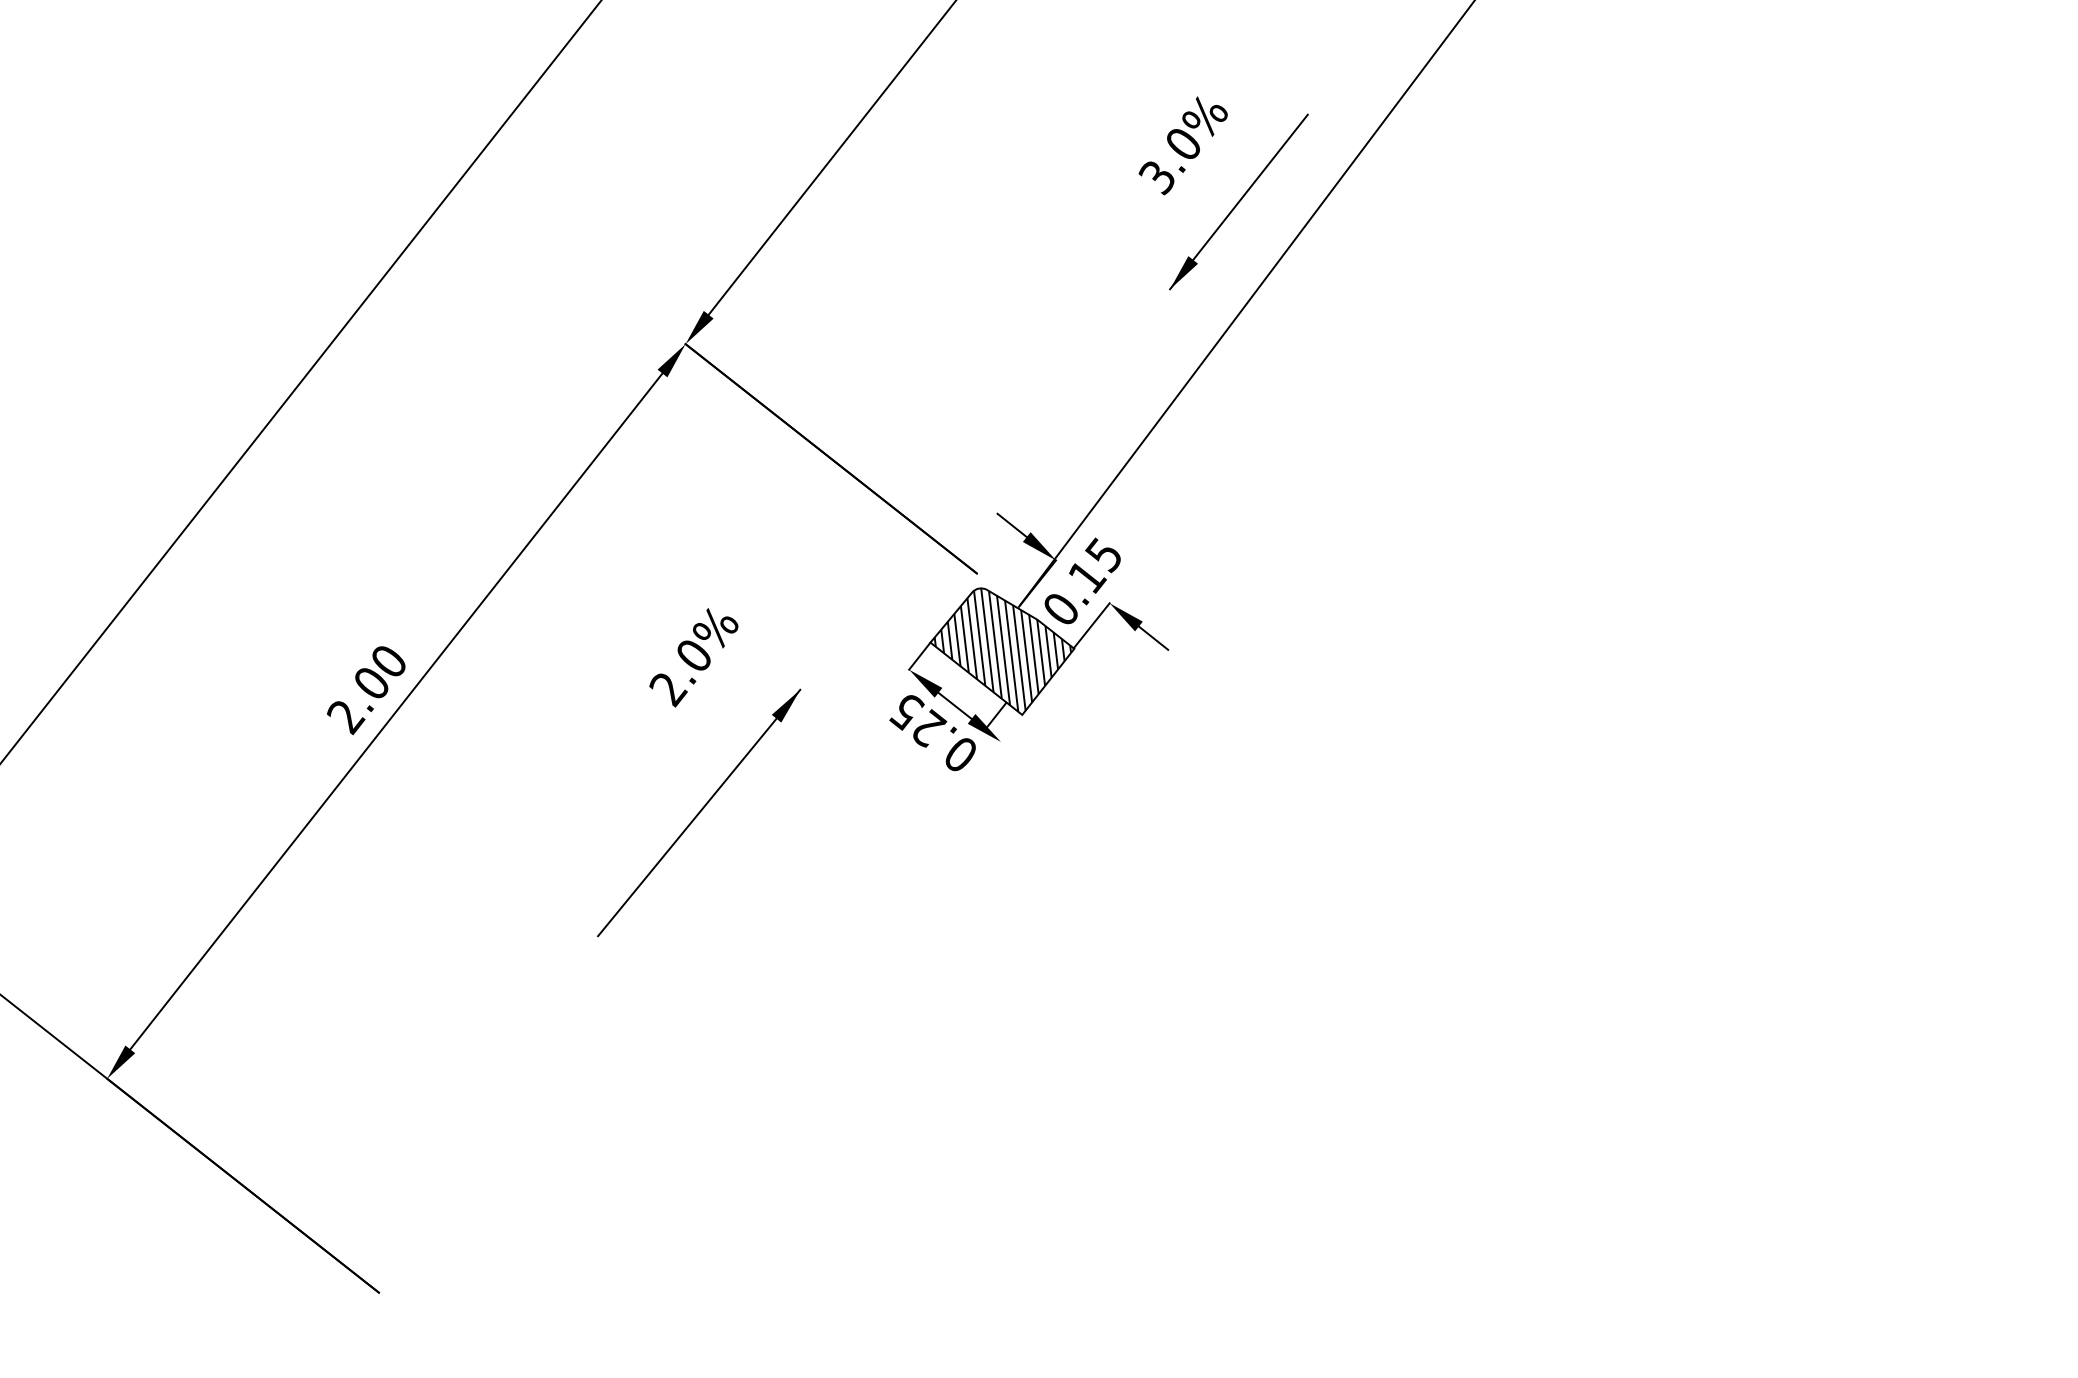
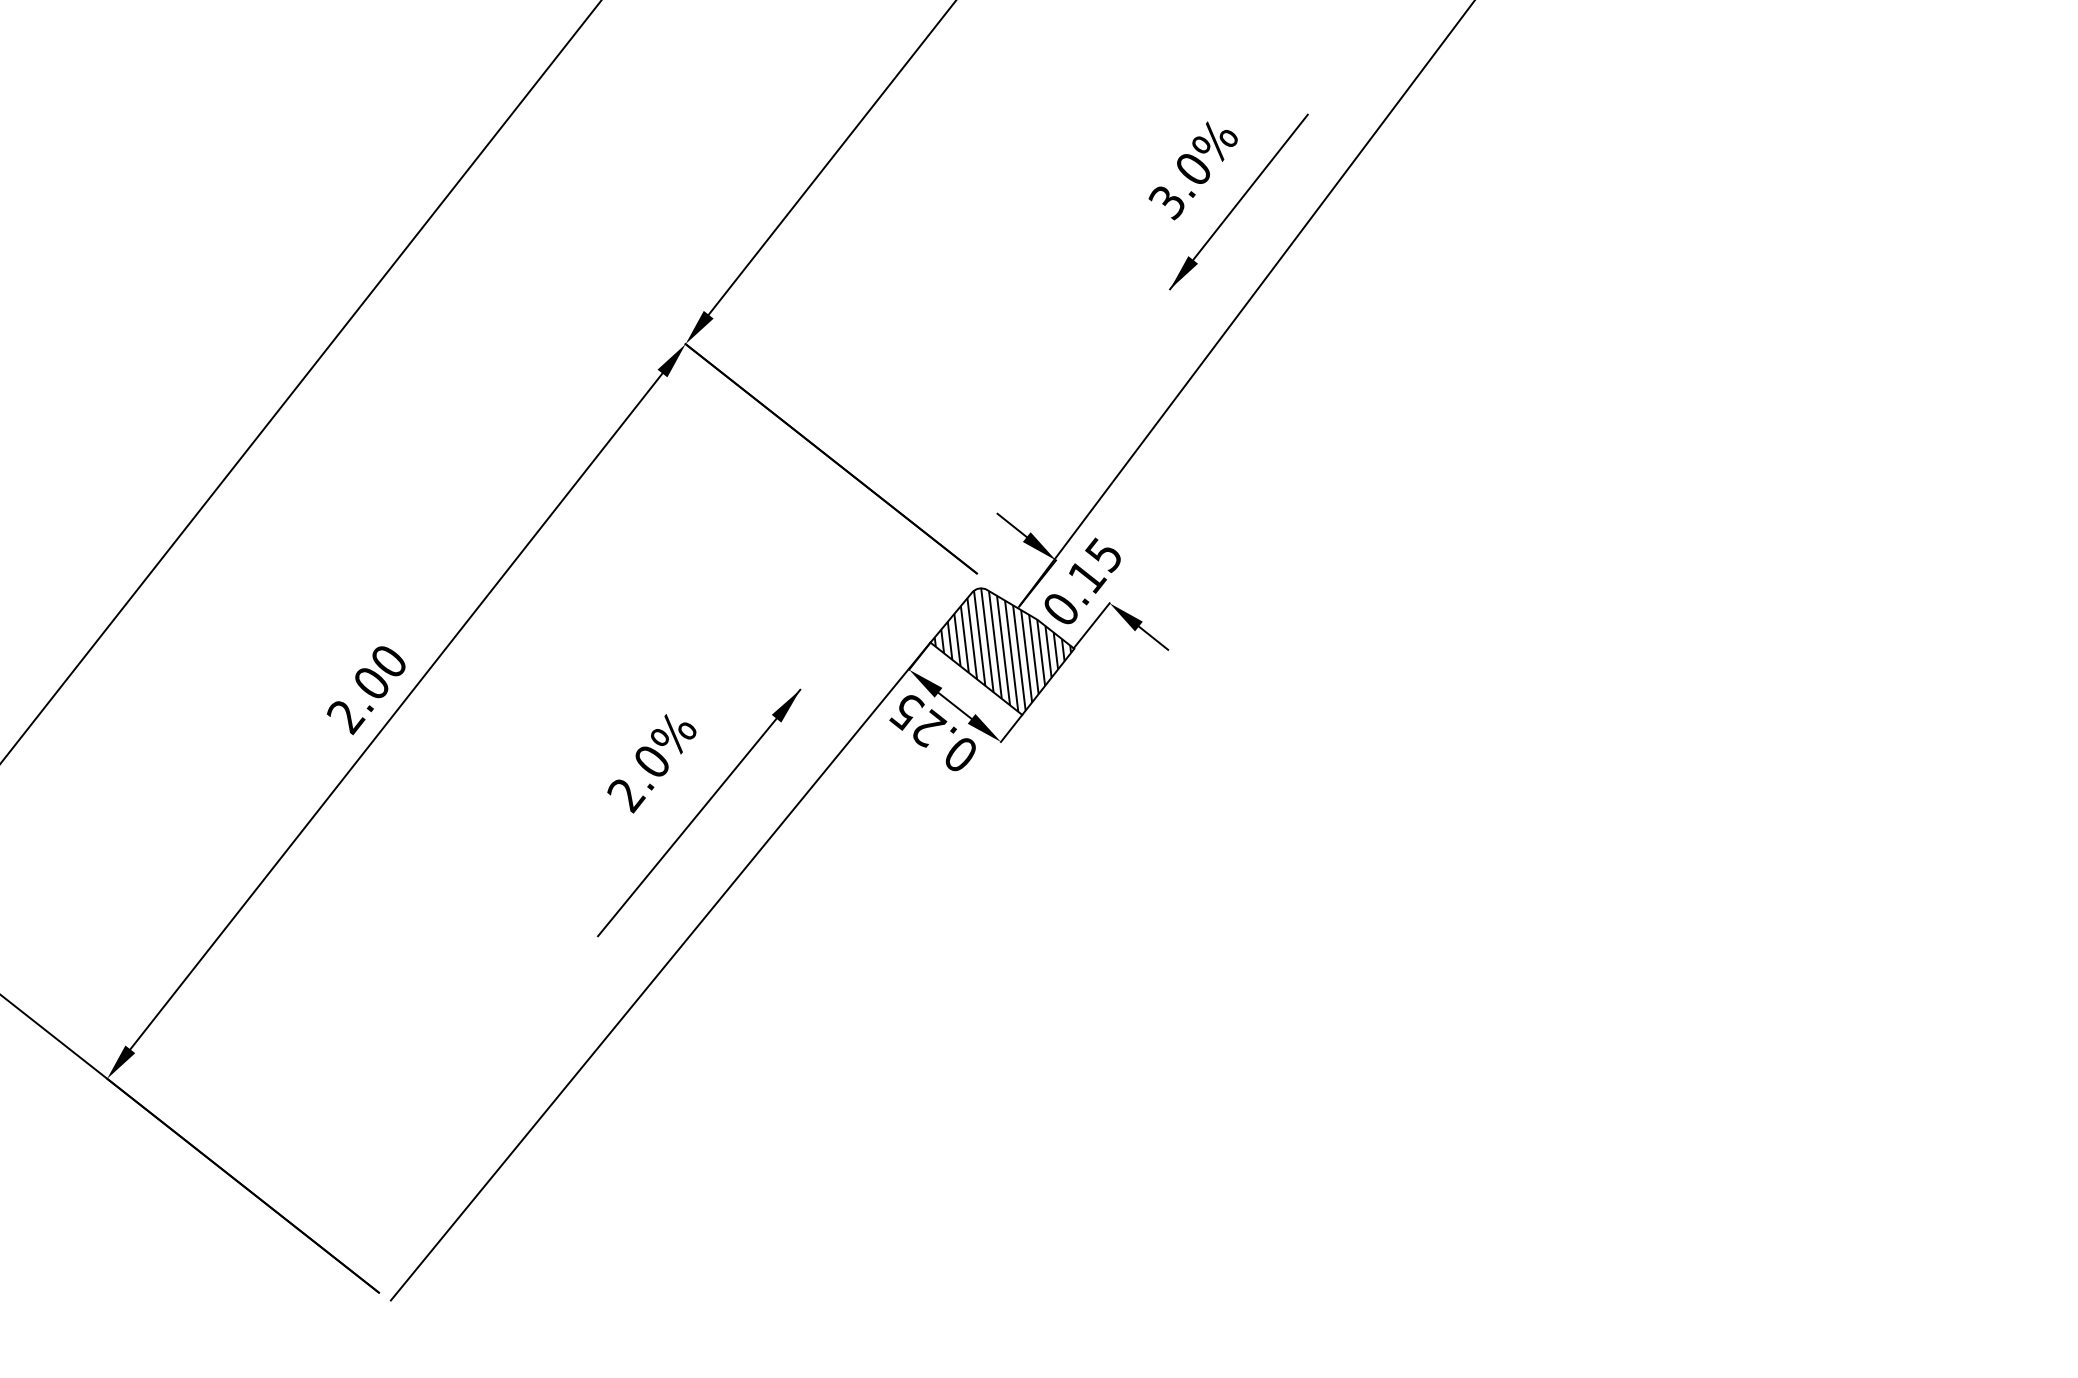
text at (1182, 145) position: (1182, 145) -> (1192, 170)
text at (693, 657) position: (693, 657) -> (651, 763)
line at (995, 715) position: (995, 715) -> (1011, 727)
line at (660, 971): none -> present
